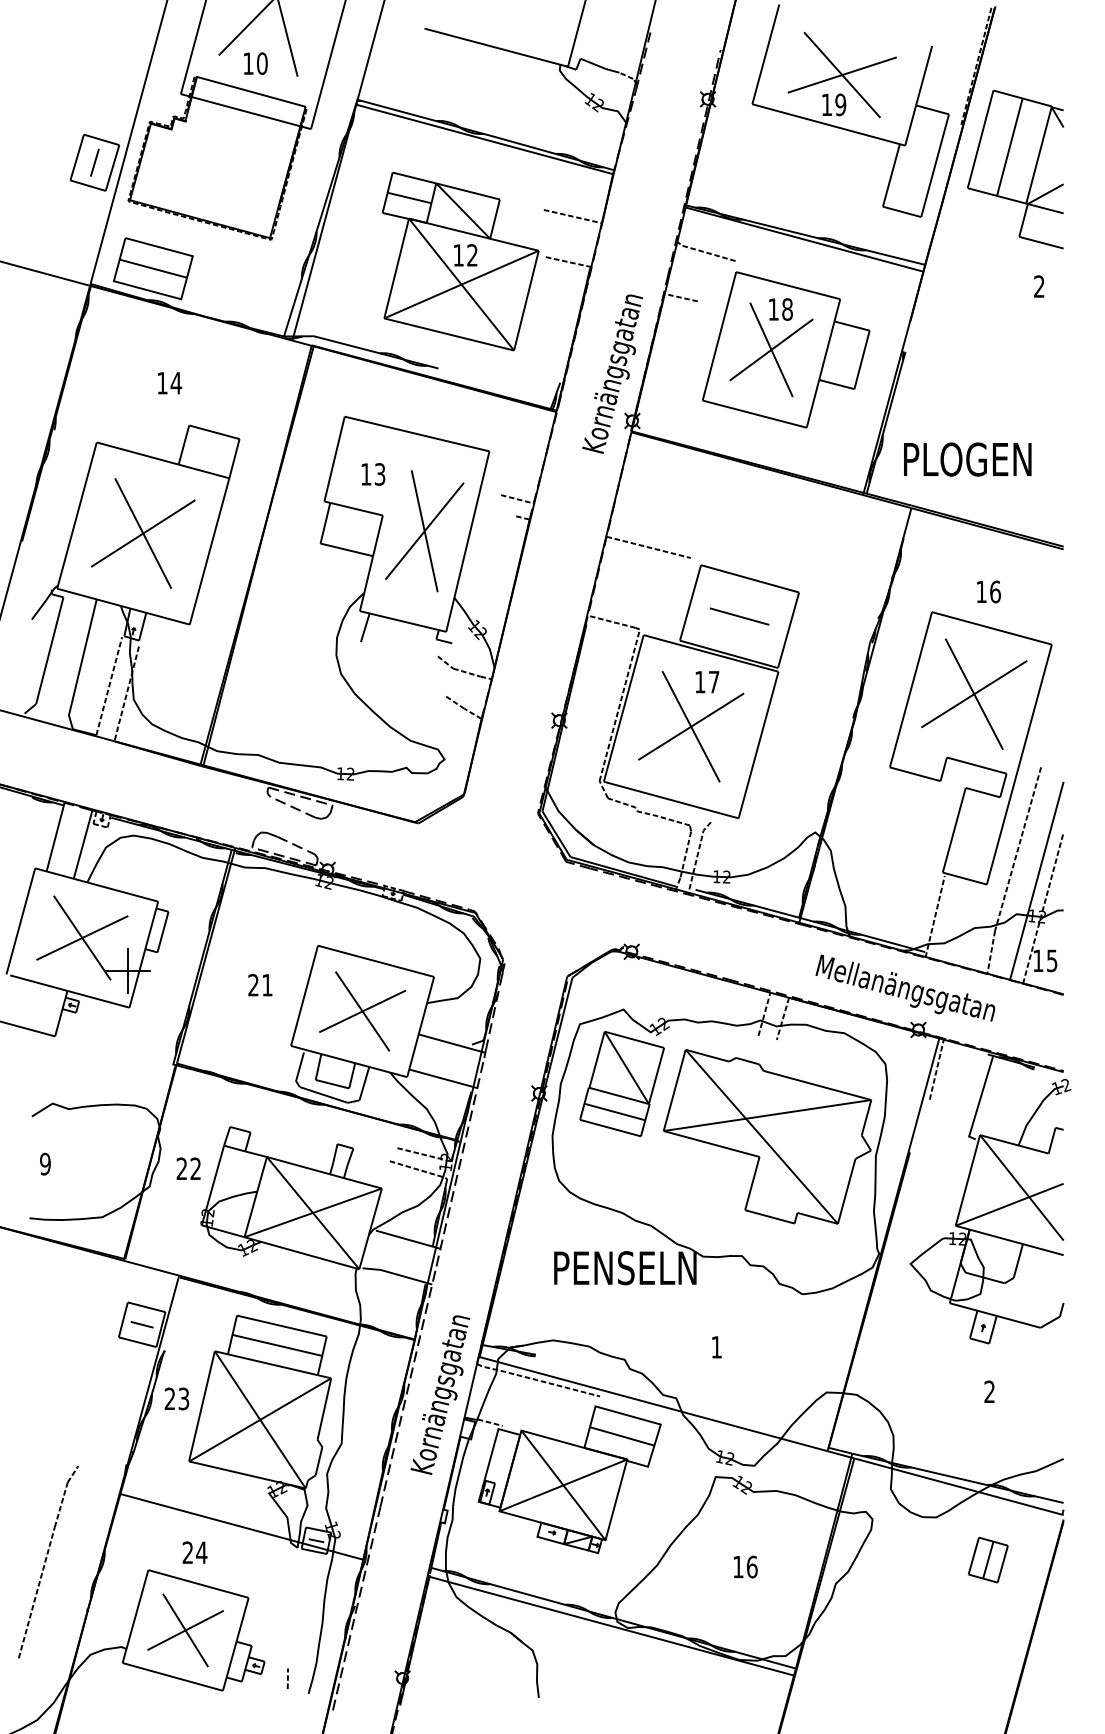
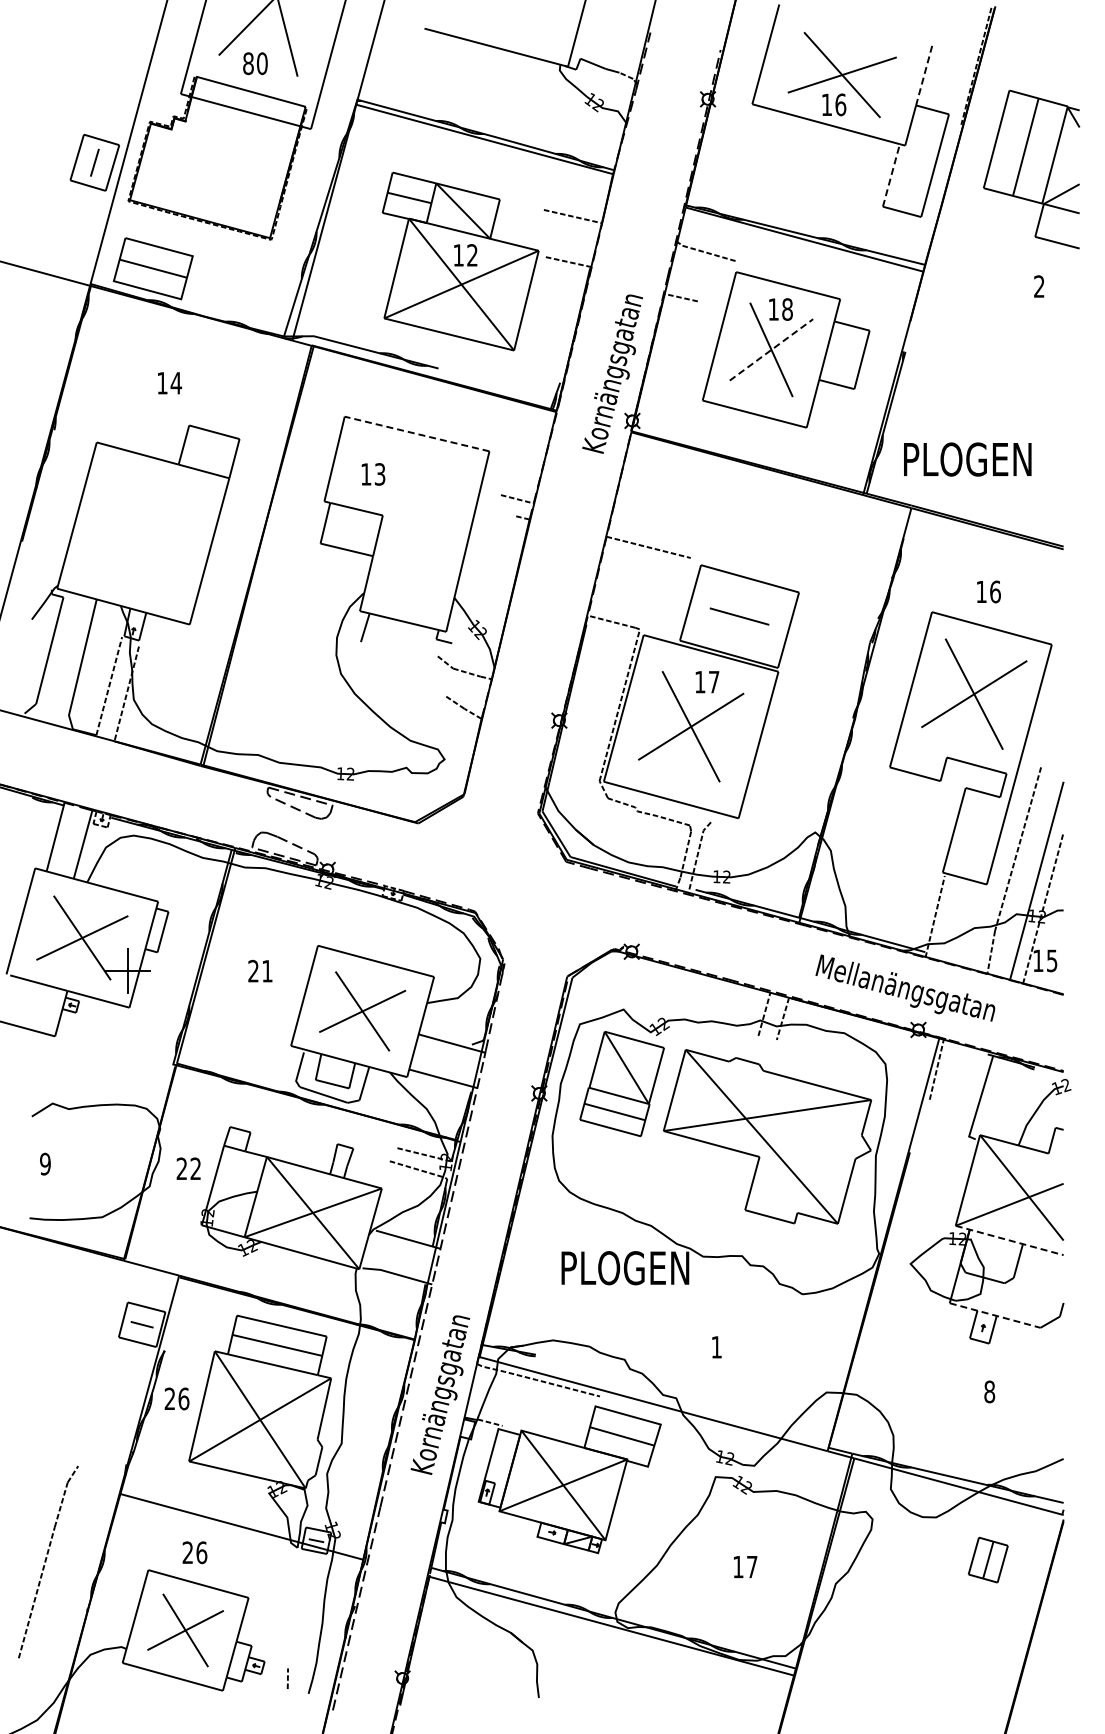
text at (248, 63): 10 -> 80
line at (924, 75): solid -> dashed
text at (840, 104): 19 -> 16
part at (1015, 169) position: (1015, 169) -> (1031, 169)
line at (891, 174): solid -> dashed
line at (771, 349): solid -> dashed
line at (416, 433): solid -> dashed
part at (424, 531): present -> none
part at (142, 533): present -> none
text at (260, 984) position: (260, 984) -> (260, 970)
line at (1009, 1240): solid -> dashed
text at (625, 1268): PENSELN -> PLOGEN
line at (995, 1315): solid -> dashed
text at (989, 1391): 2 -> 8
text at (183, 1398): 23 -> 26
text at (201, 1552): 24 -> 26
text at (752, 1566): 16 -> 17
